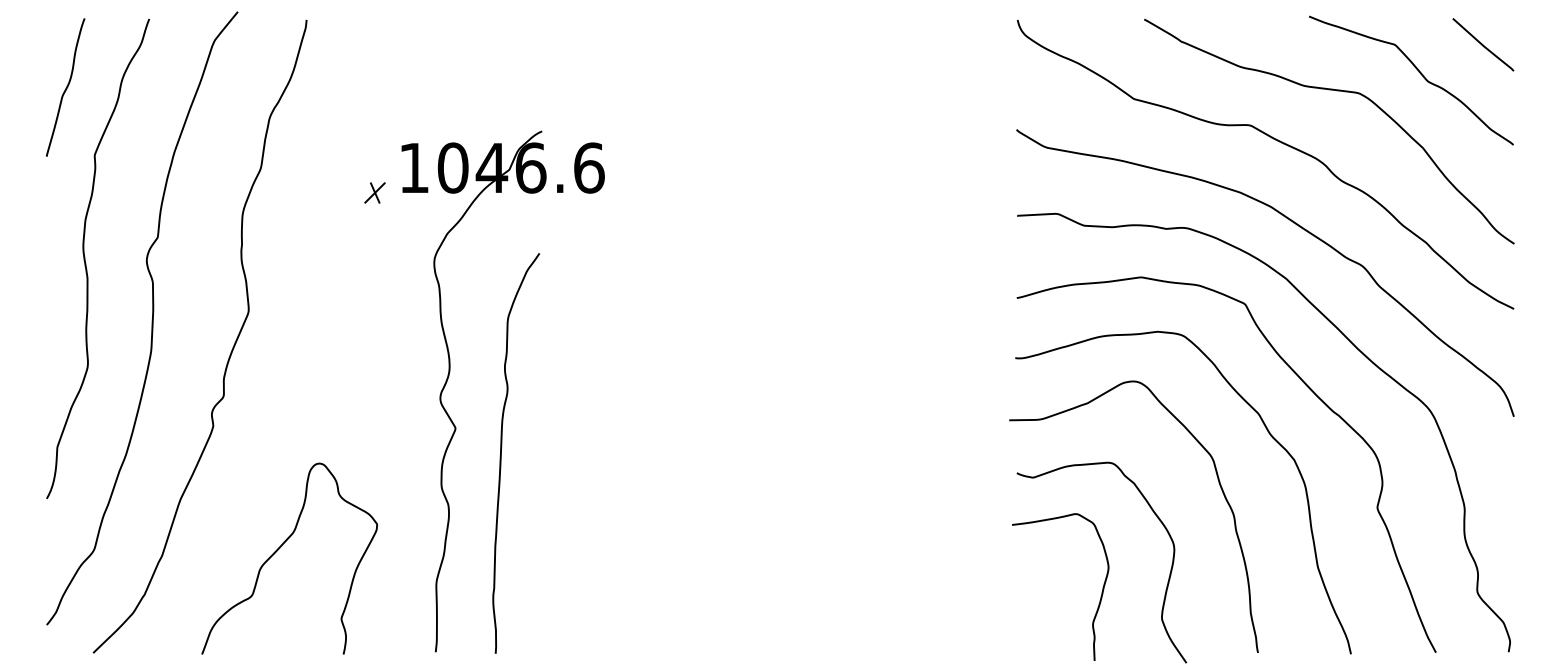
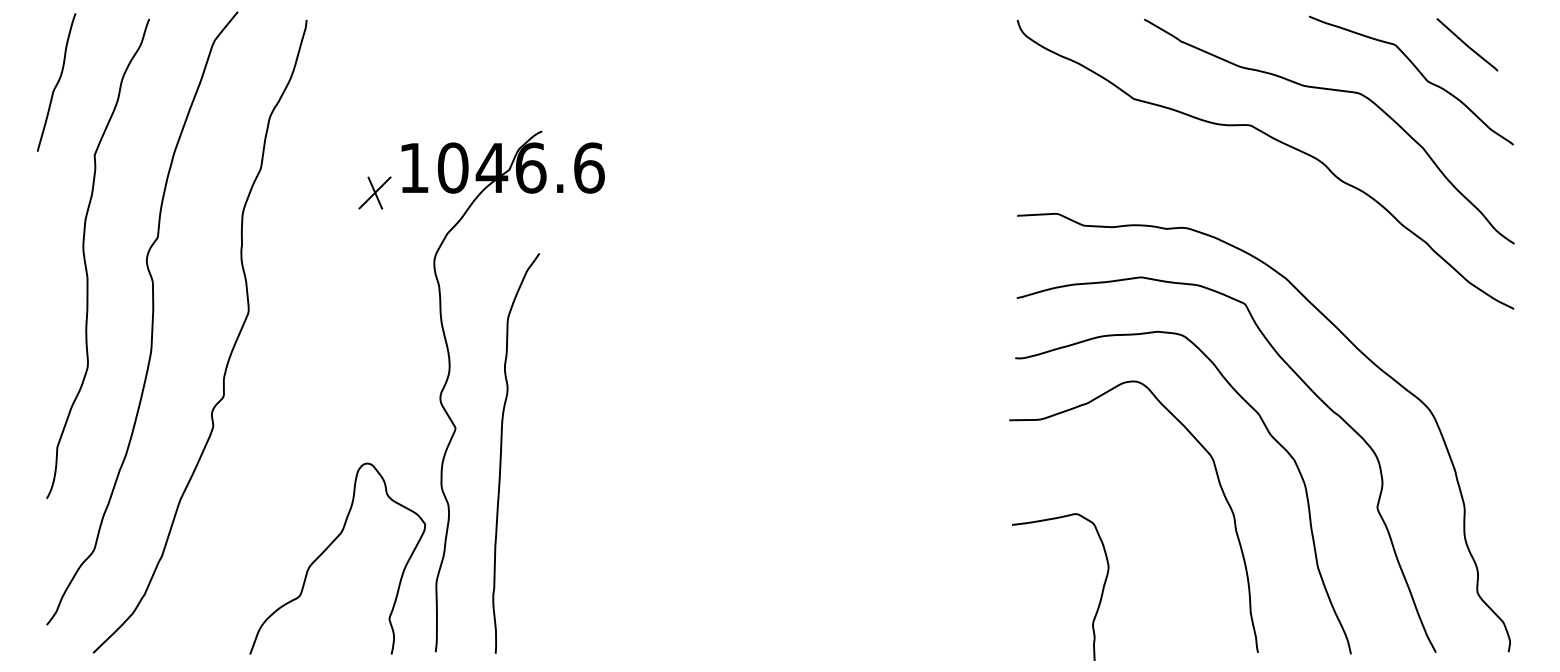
line at (1483, 44) position: (1483, 44) -> (1467, 44)
curve at (66, 87) position: (66, 87) -> (57, 82)
part at (374, 192) size: 22x22 px -> 34x34 px
curve at (1296, 225): present -> none
curve at (280, 548) position: (280, 548) -> (328, 548)
curve at (1168, 577): present -> none
